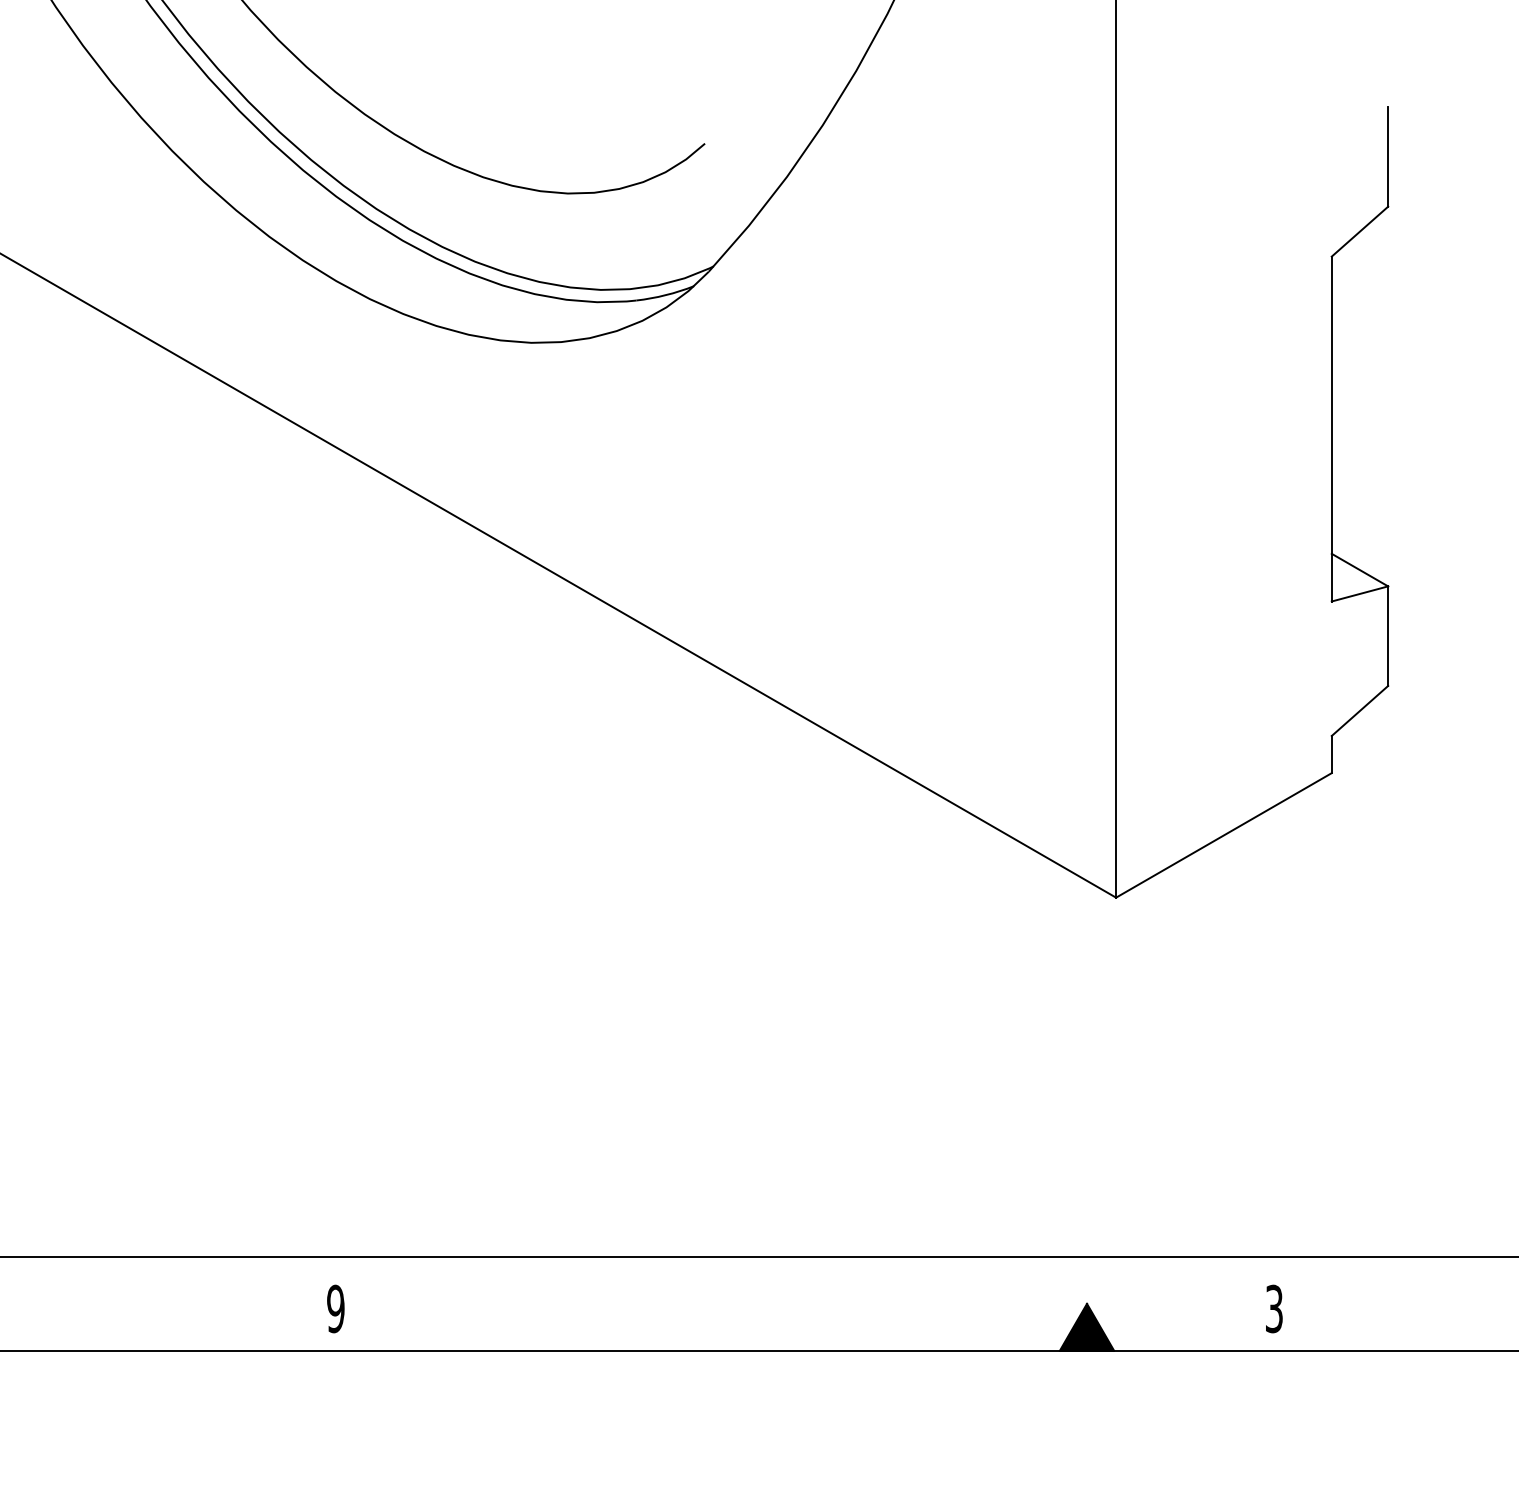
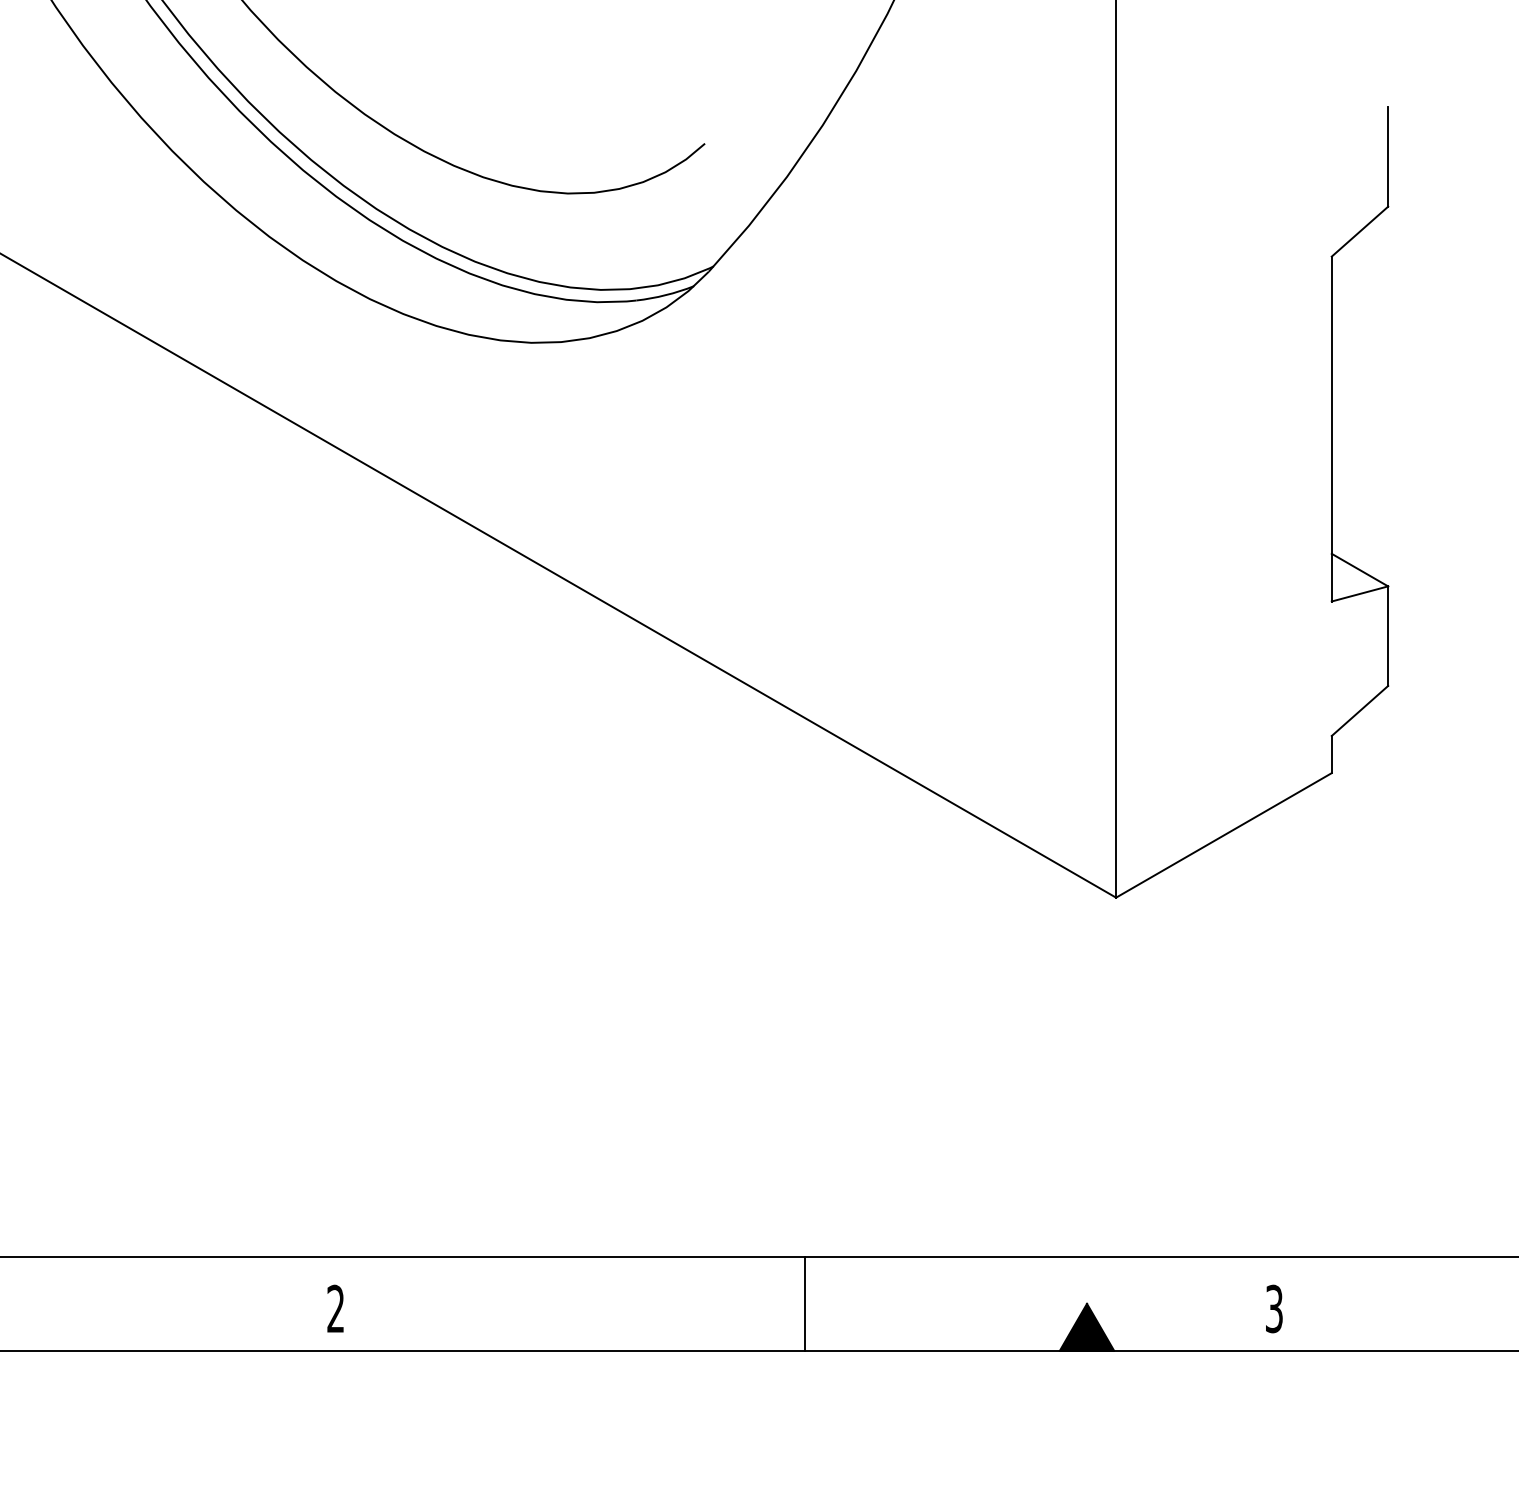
line at (805, 1303): none -> present
text at (335, 1308): 9 -> 2
